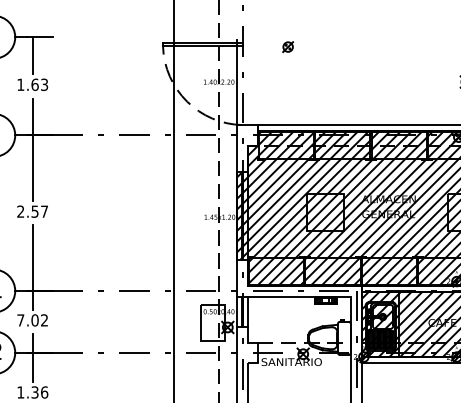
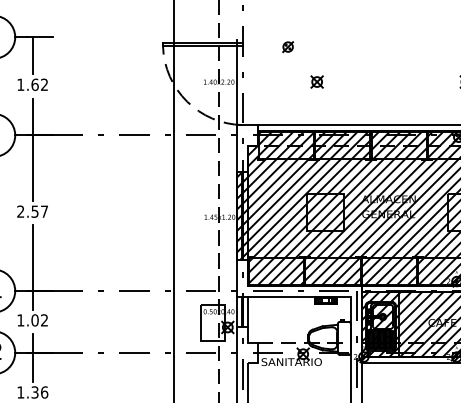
part at (316, 81): none -> present
text at (44, 84): 1.63 -> 1.62
text at (20, 320): 7.02 -> 1.02
